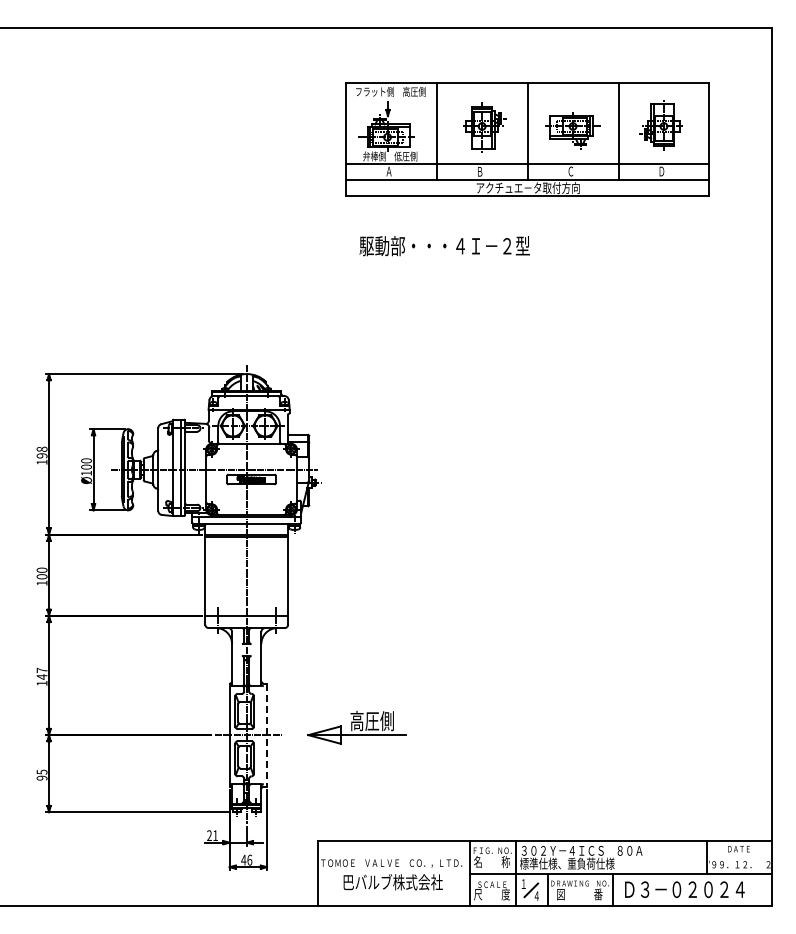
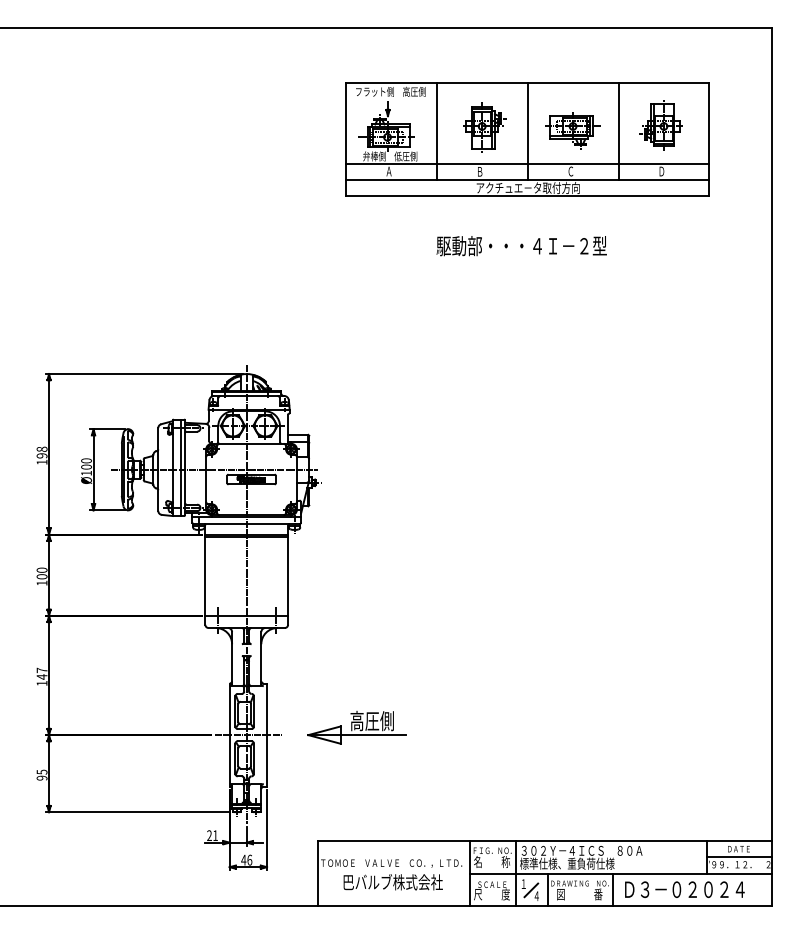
text at (444, 246) position: (444, 246) -> (521, 246)
line at (267, 735): dashed -> solid
line at (739, 857): none -> present
